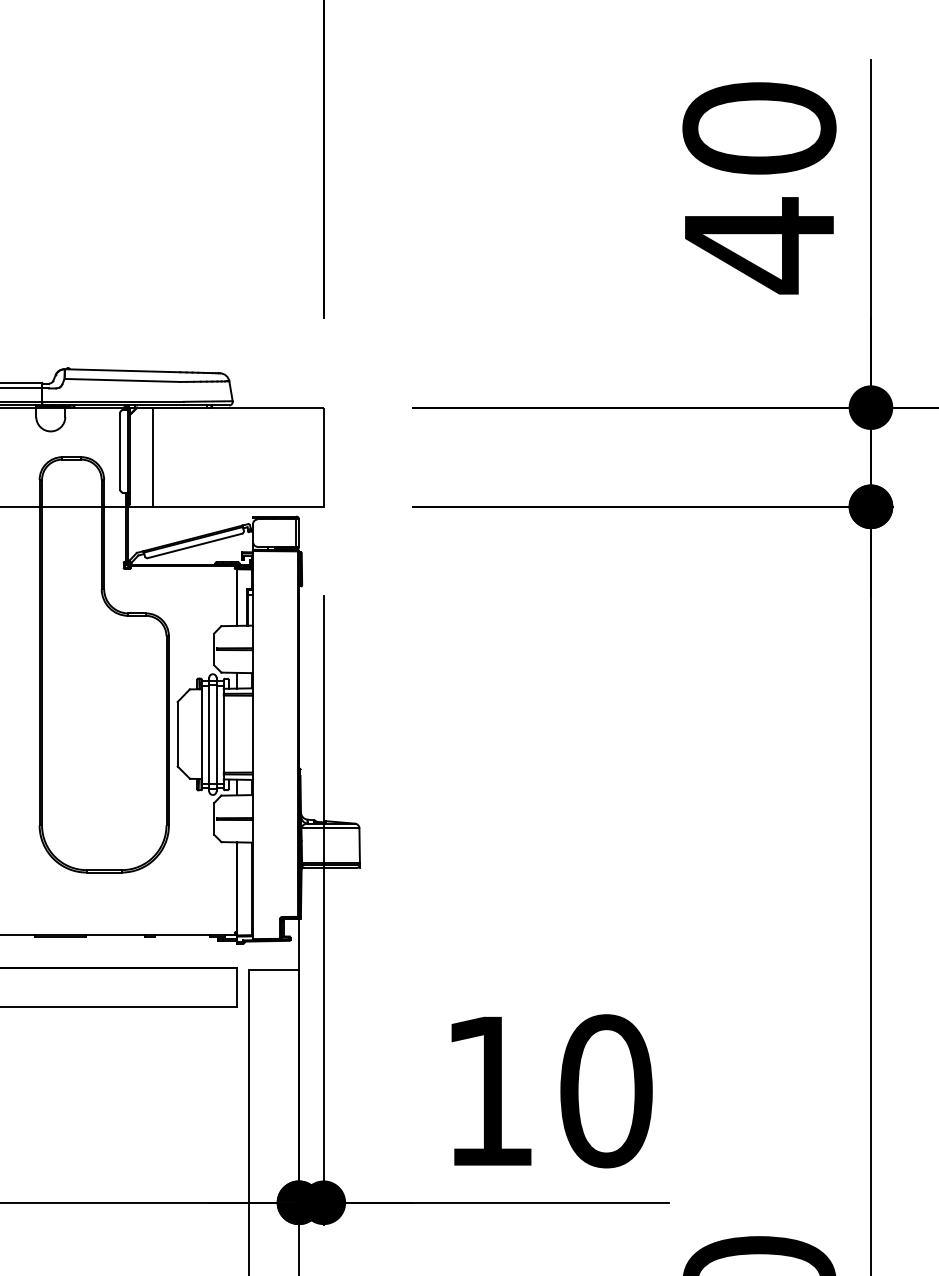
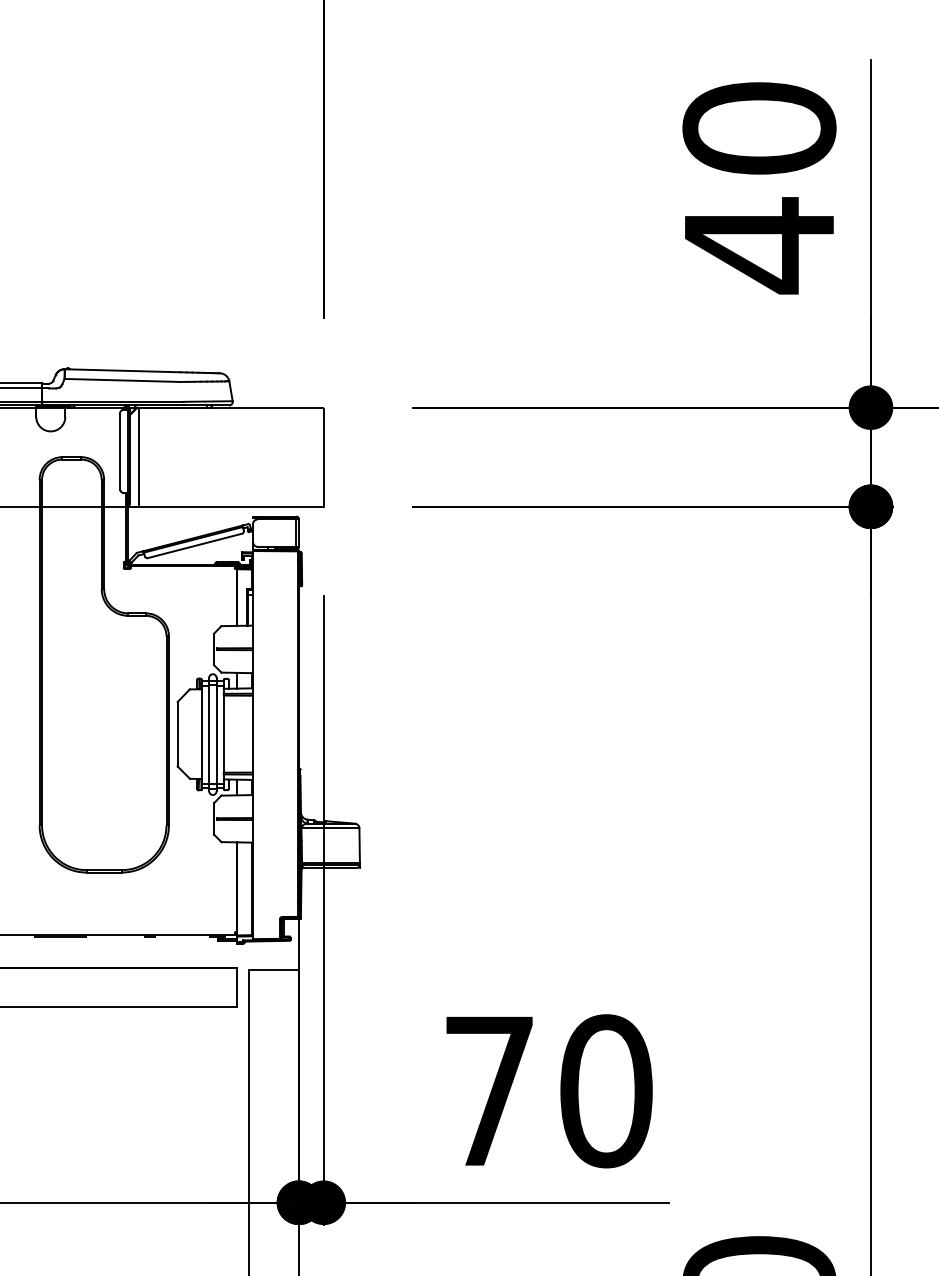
line at (152, 456) position: (152, 456) -> (138, 456)
text at (489, 1090): 10 -> 70
